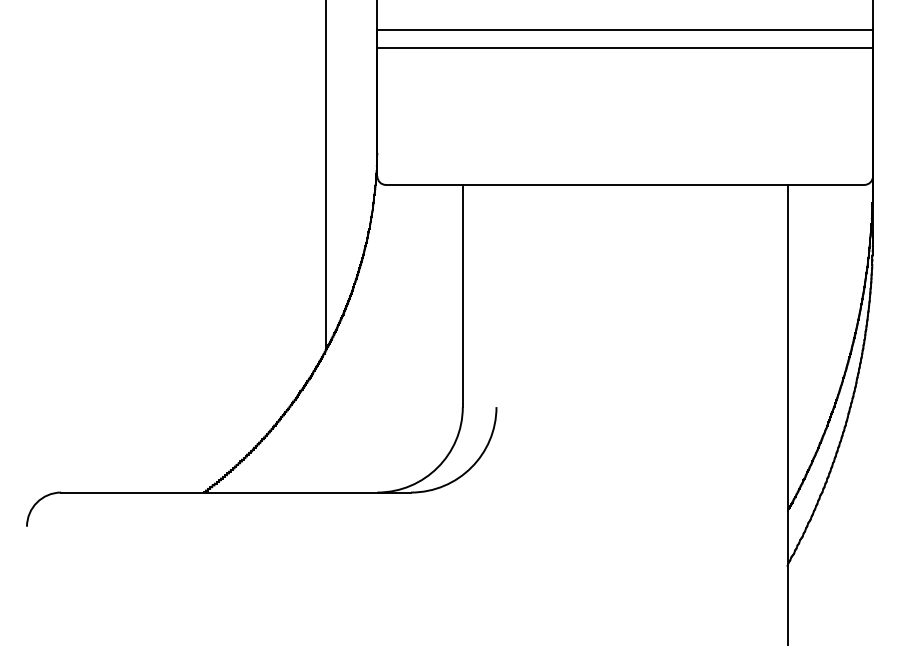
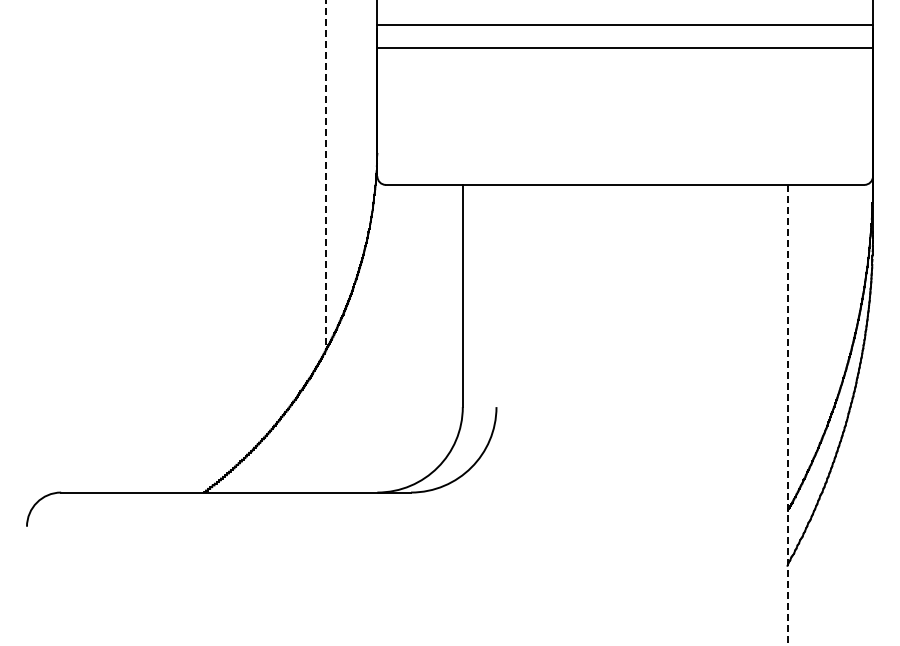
line at (625, 29) position: (625, 29) -> (625, 24)
line at (326, 175): solid -> dashed
line at (787, 415): solid -> dashed
